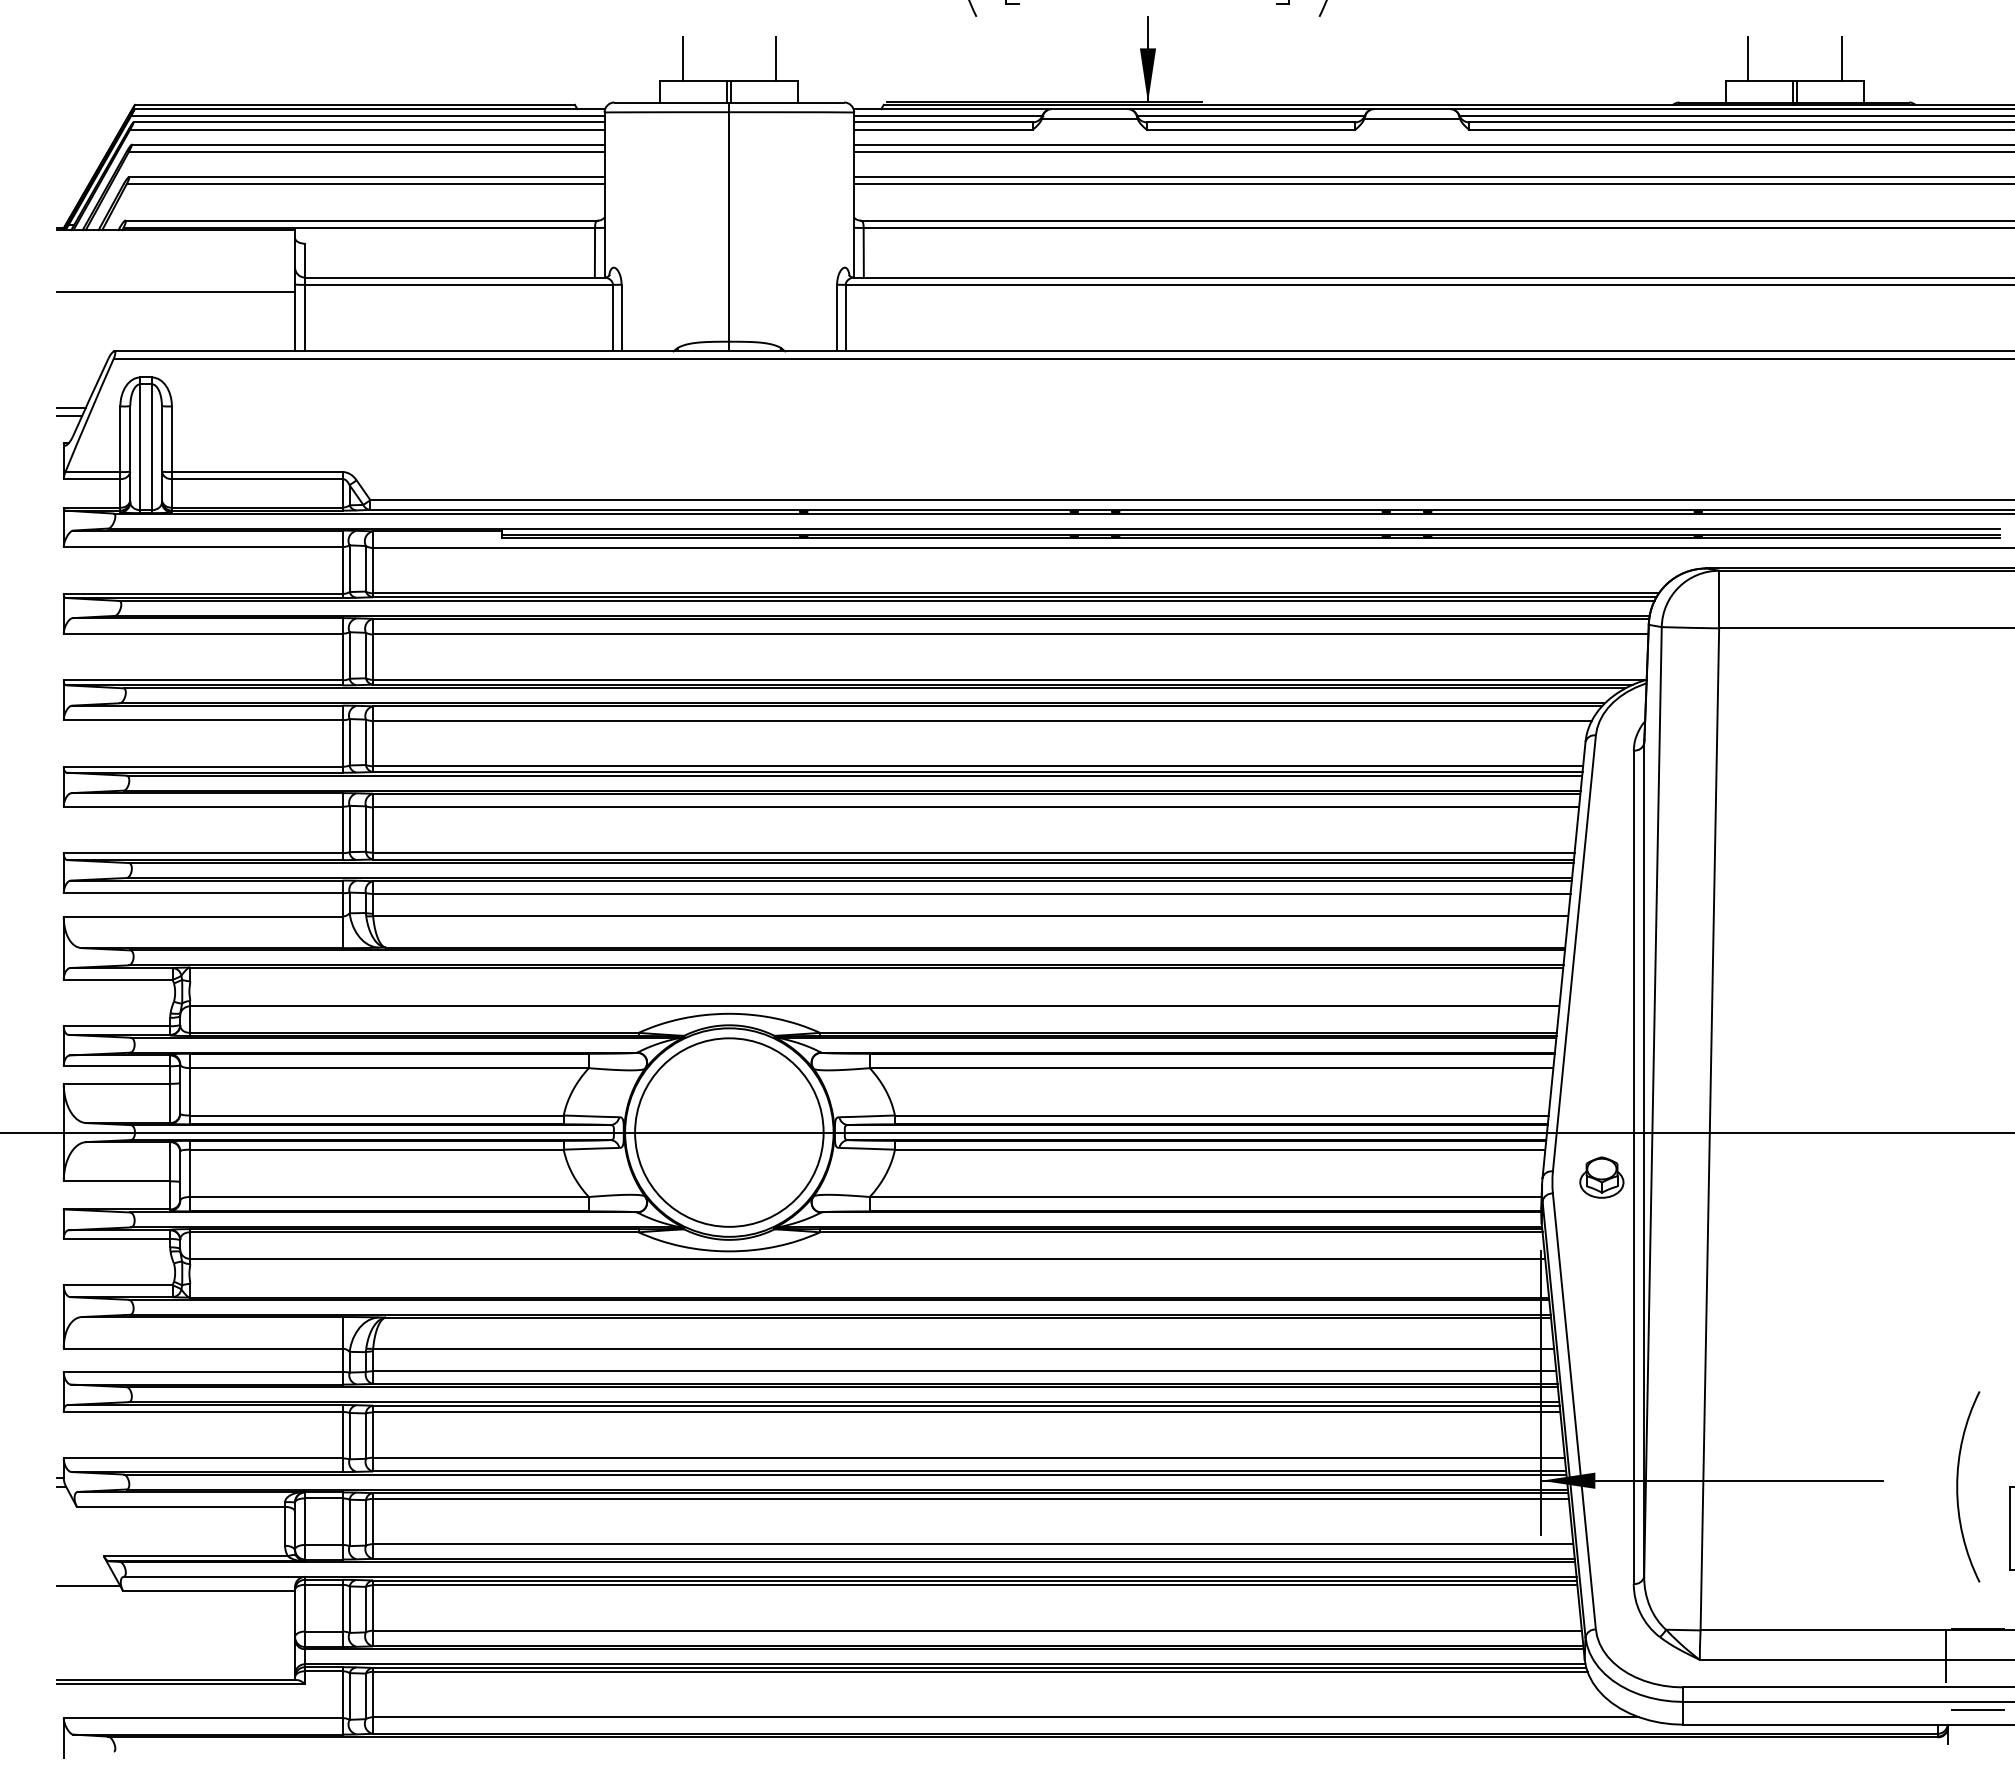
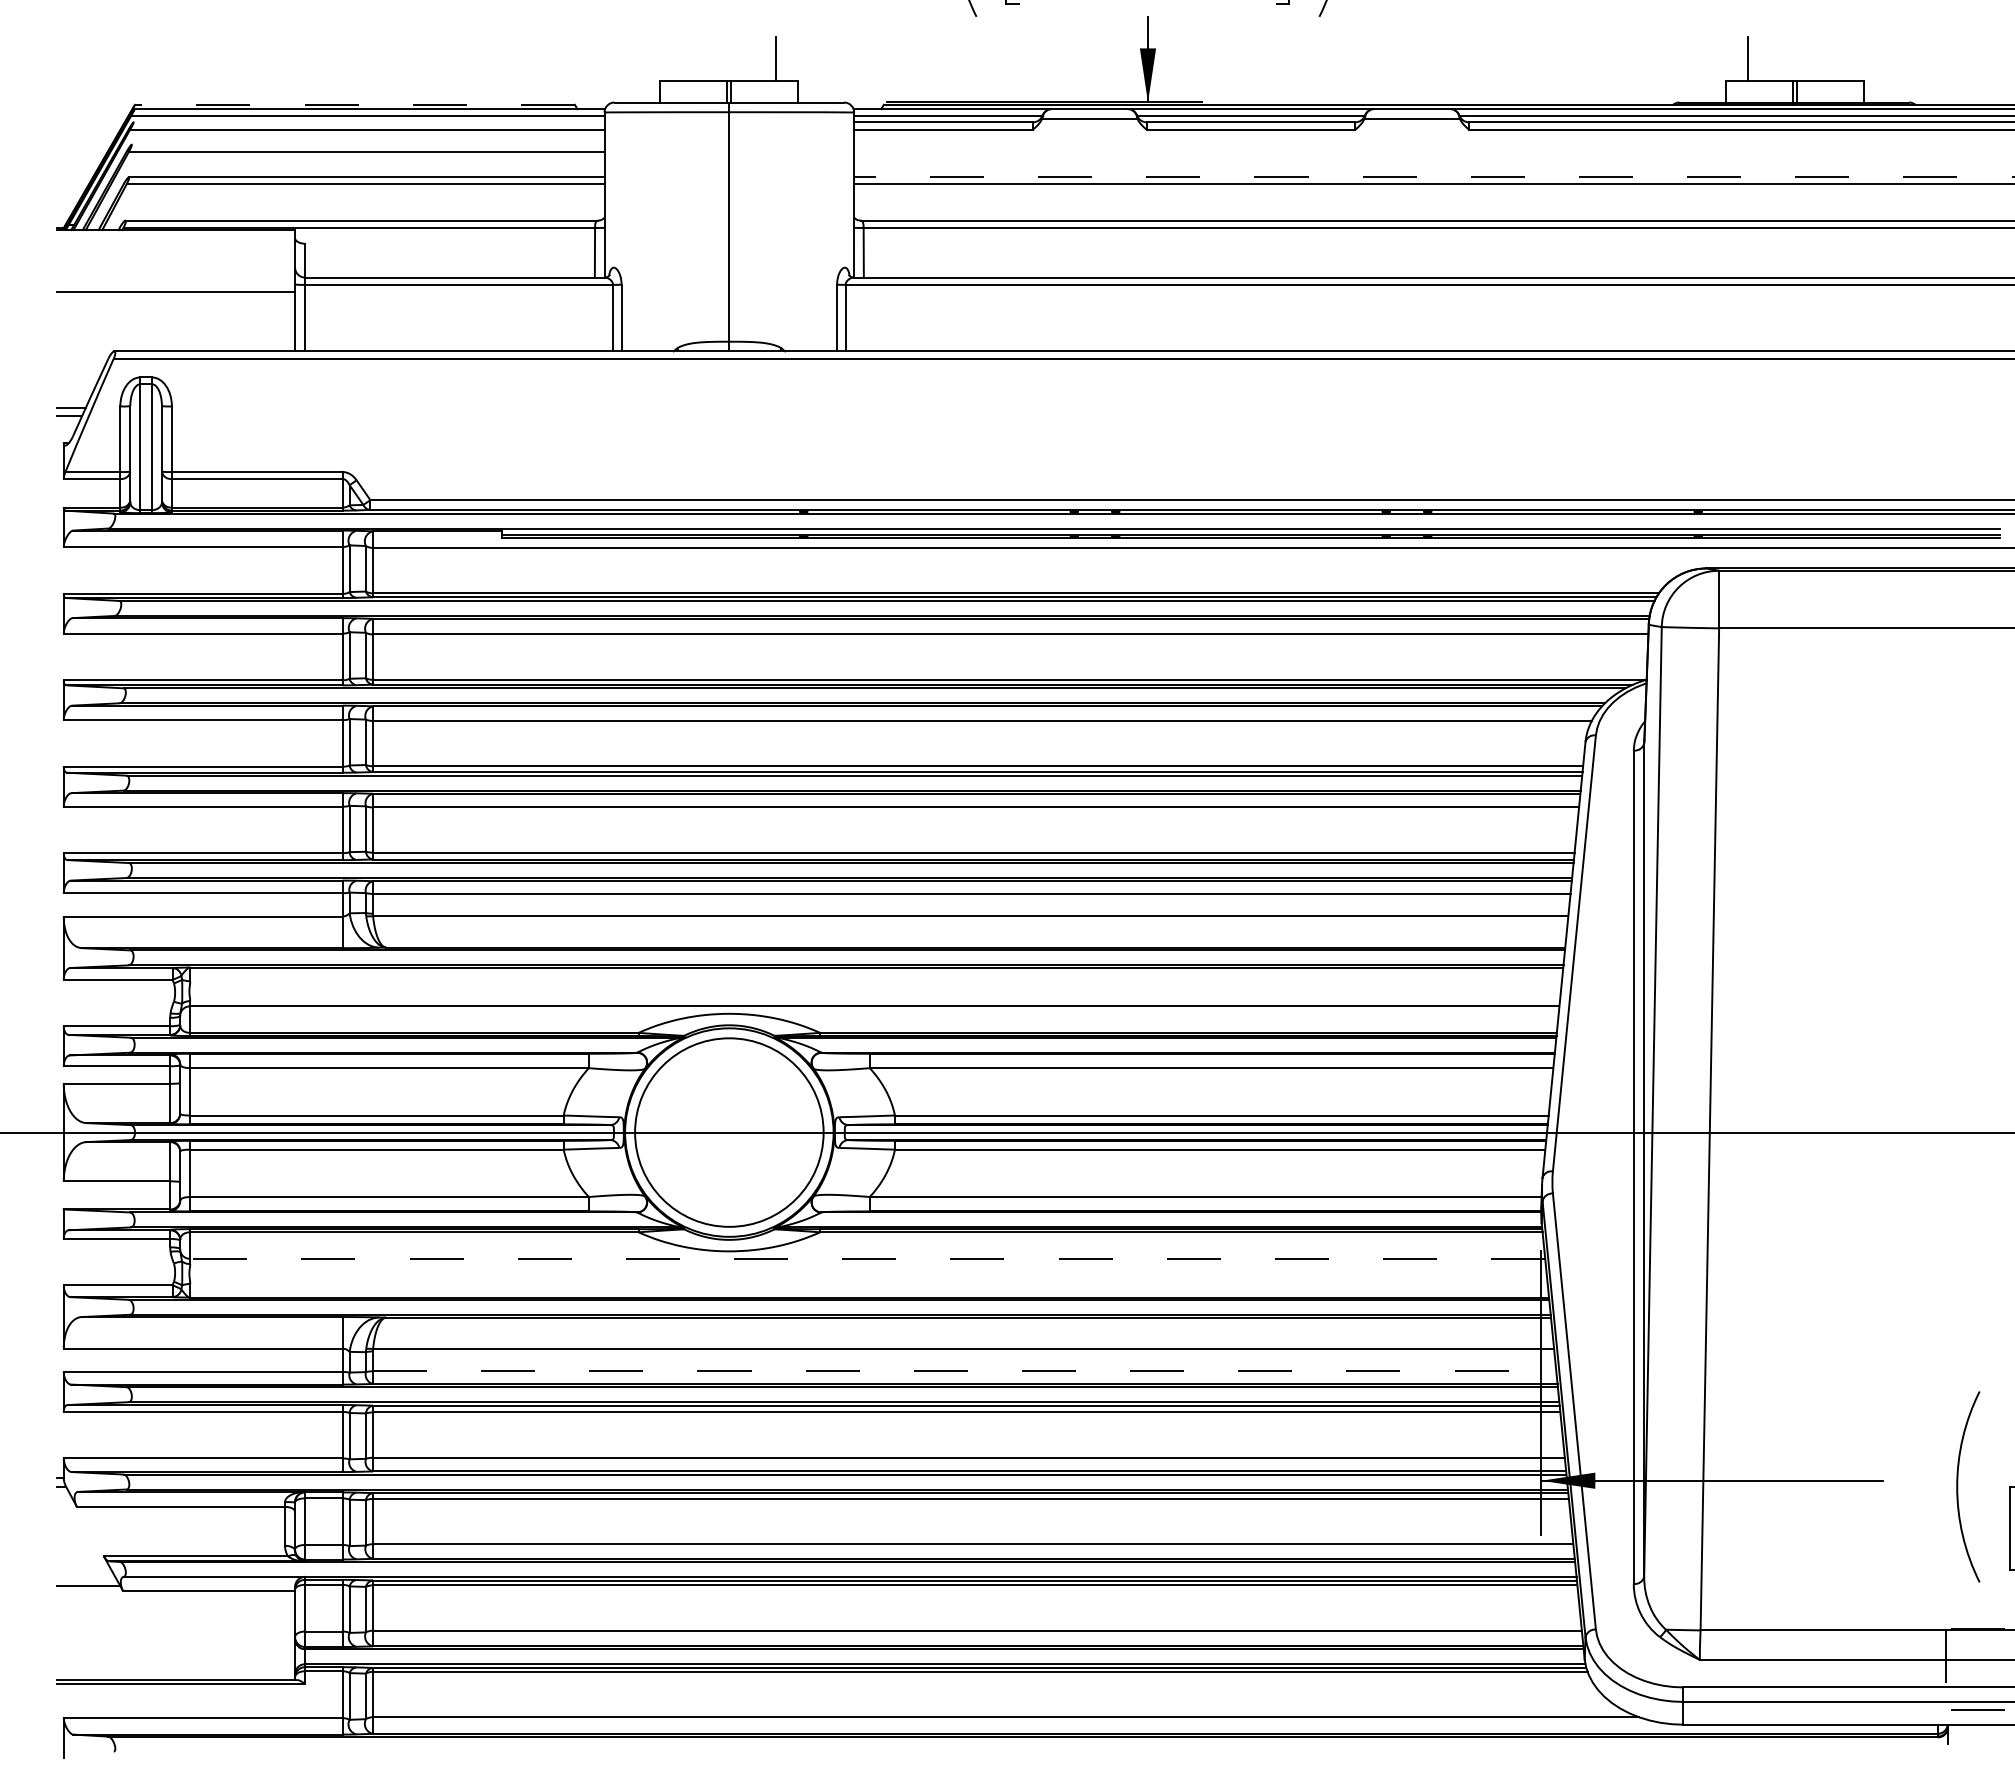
line at (682, 58): present -> none
line at (1841, 58): present -> none
line at (354, 104): solid -> dashed
line at (368, 122): present -> none
line at (367, 144): present -> none
line at (1432, 144): present -> none
line at (1432, 152): present -> none
line at (1434, 177): solid -> dashed
part at (1601, 1177): present -> none
line at (867, 1258): solid -> dashed
line at (964, 1371): solid -> dashed
